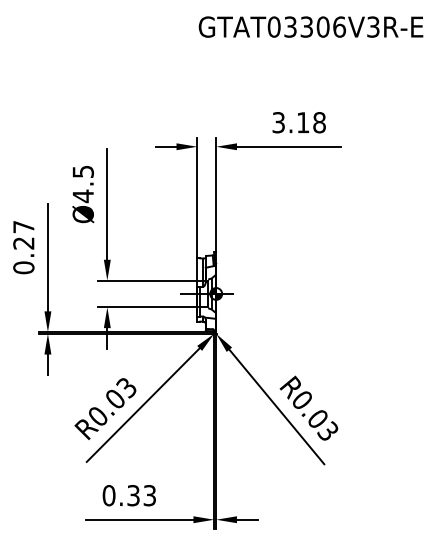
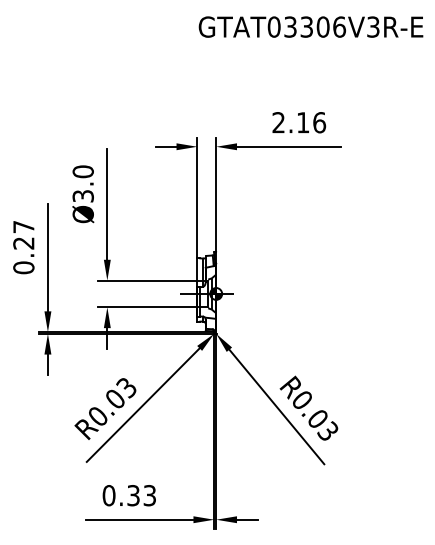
text at (299, 122): 3.18 -> 2.16
text at (82, 184): Ø4.5 -> Ø3.0
